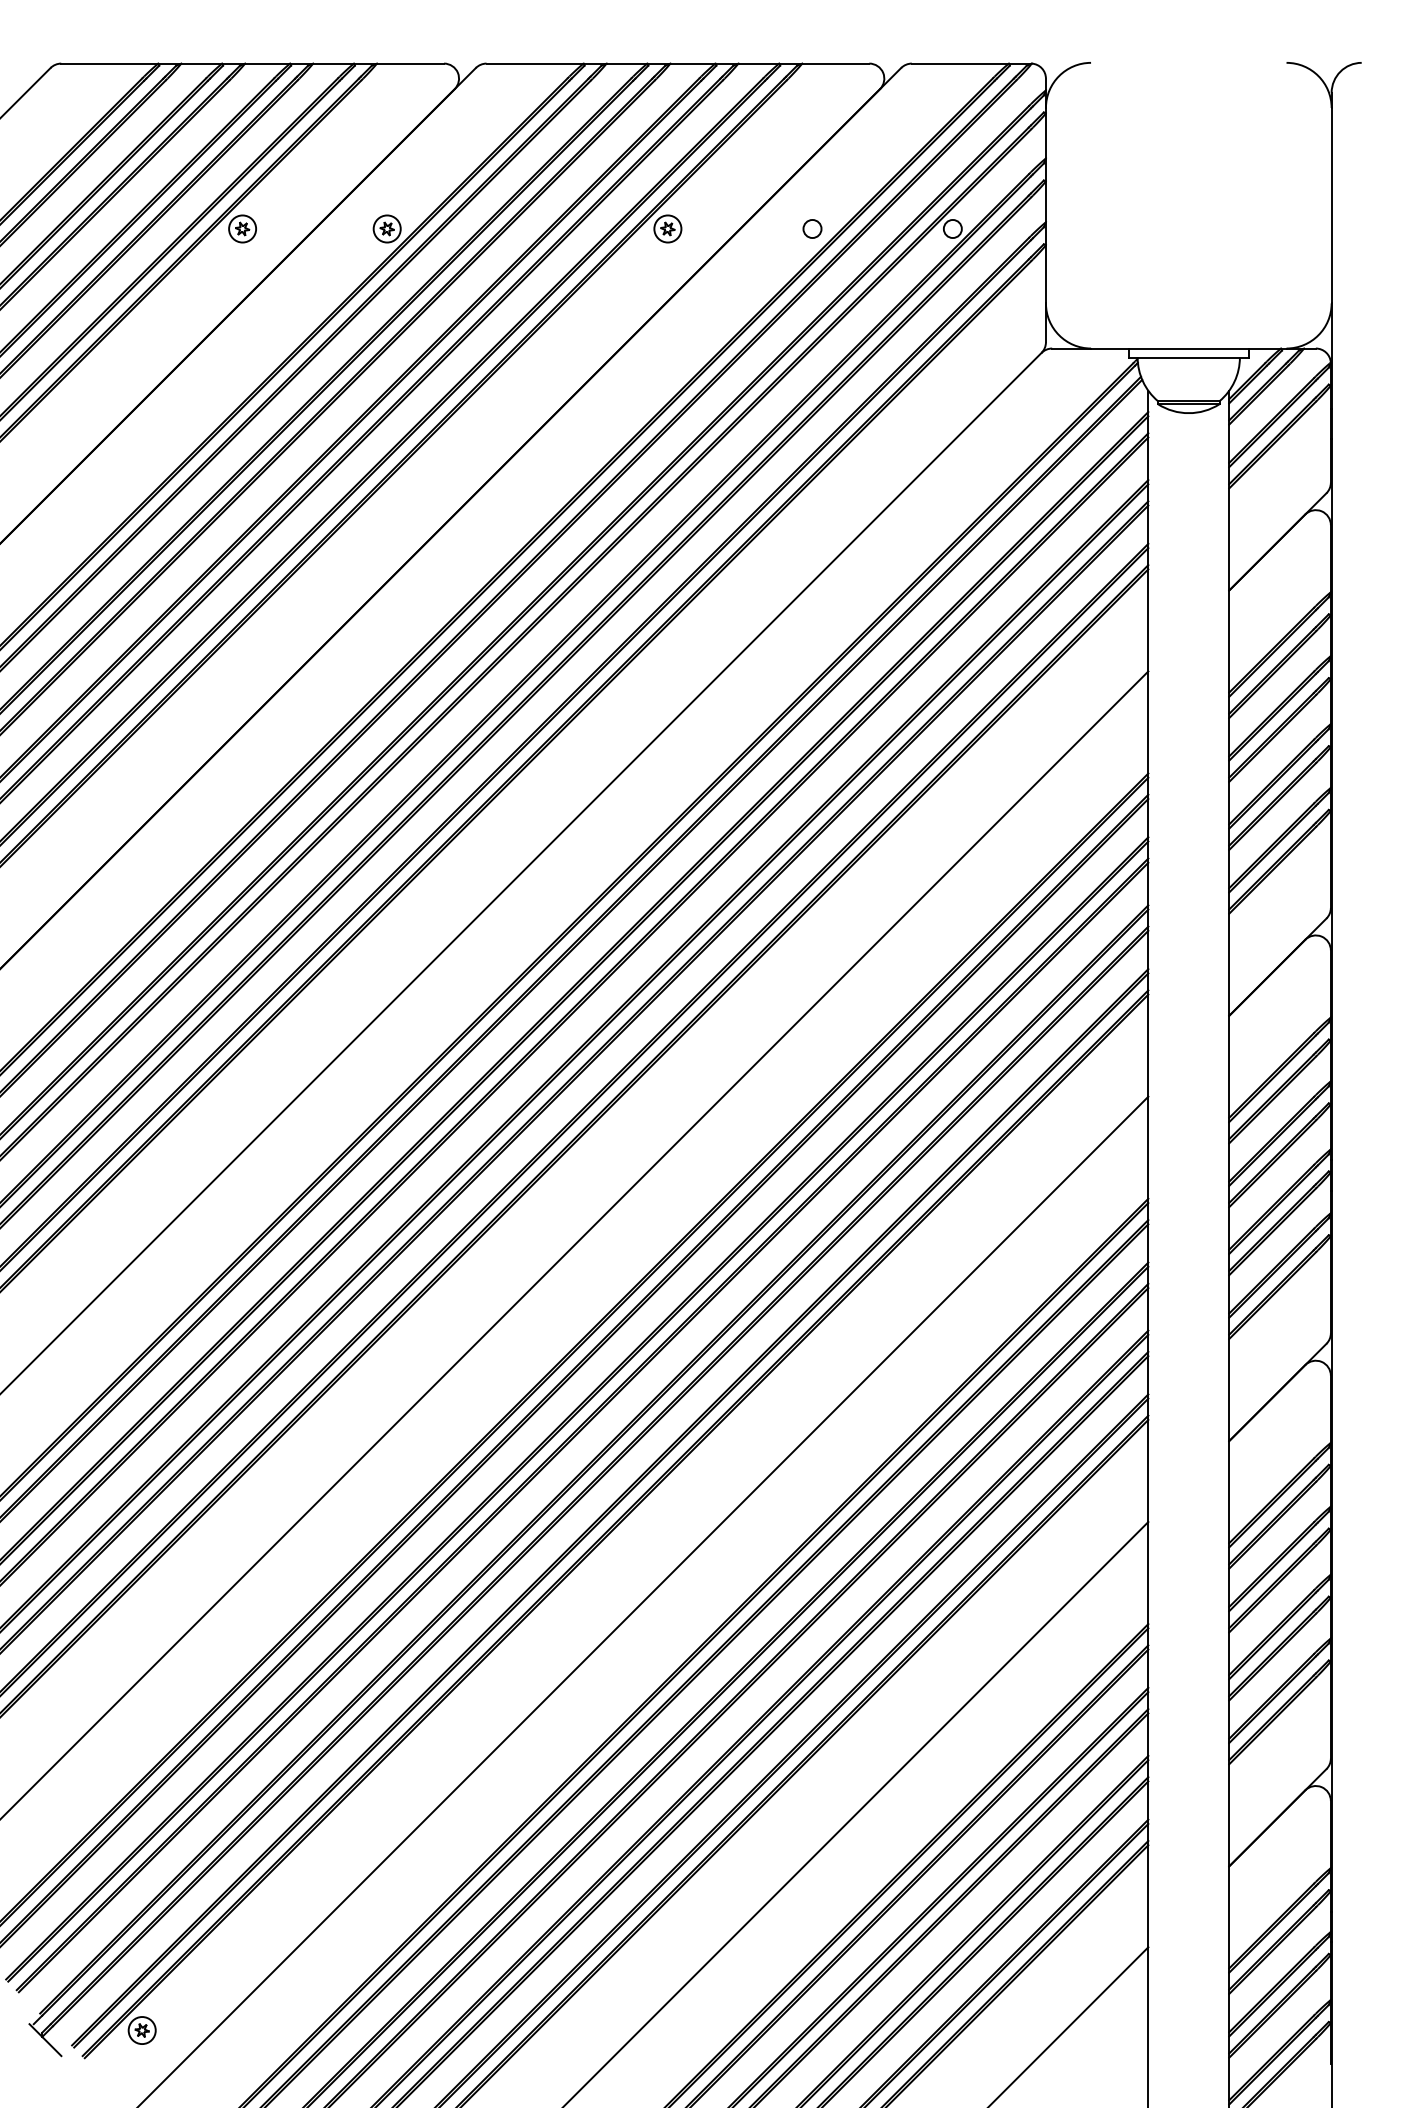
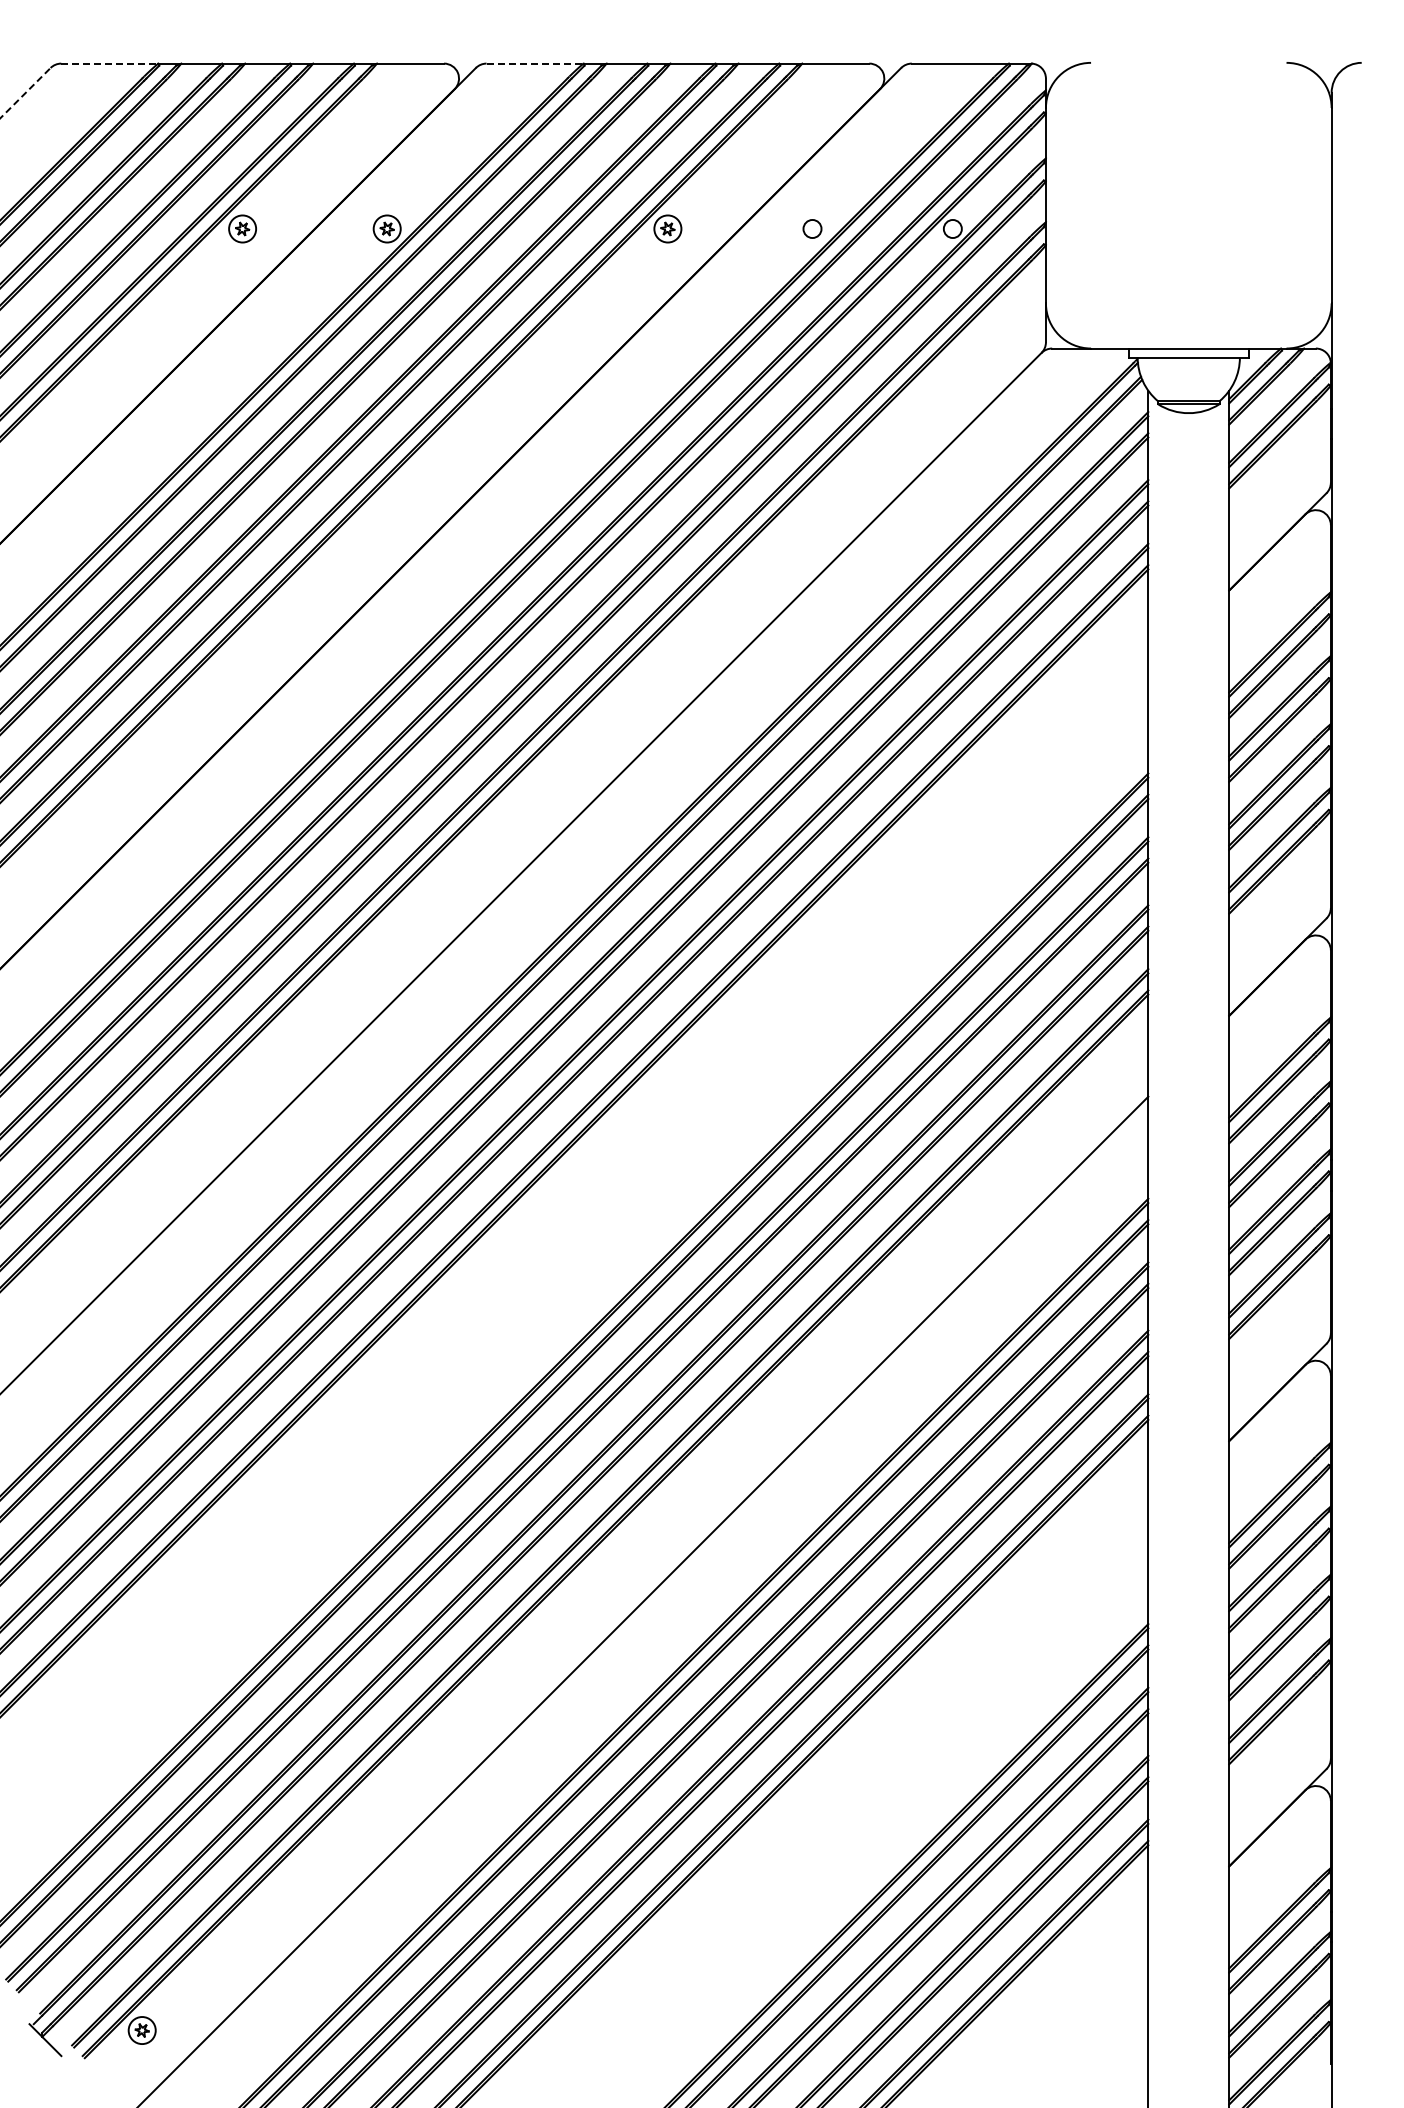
line at (109, 63): solid -> dashed
line at (535, 63): solid -> dashed
line at (25, 92): solid -> dashed
line at (575, 1244): present -> none
line at (856, 1813): present -> none
line at (1069, 2025): present -> none
